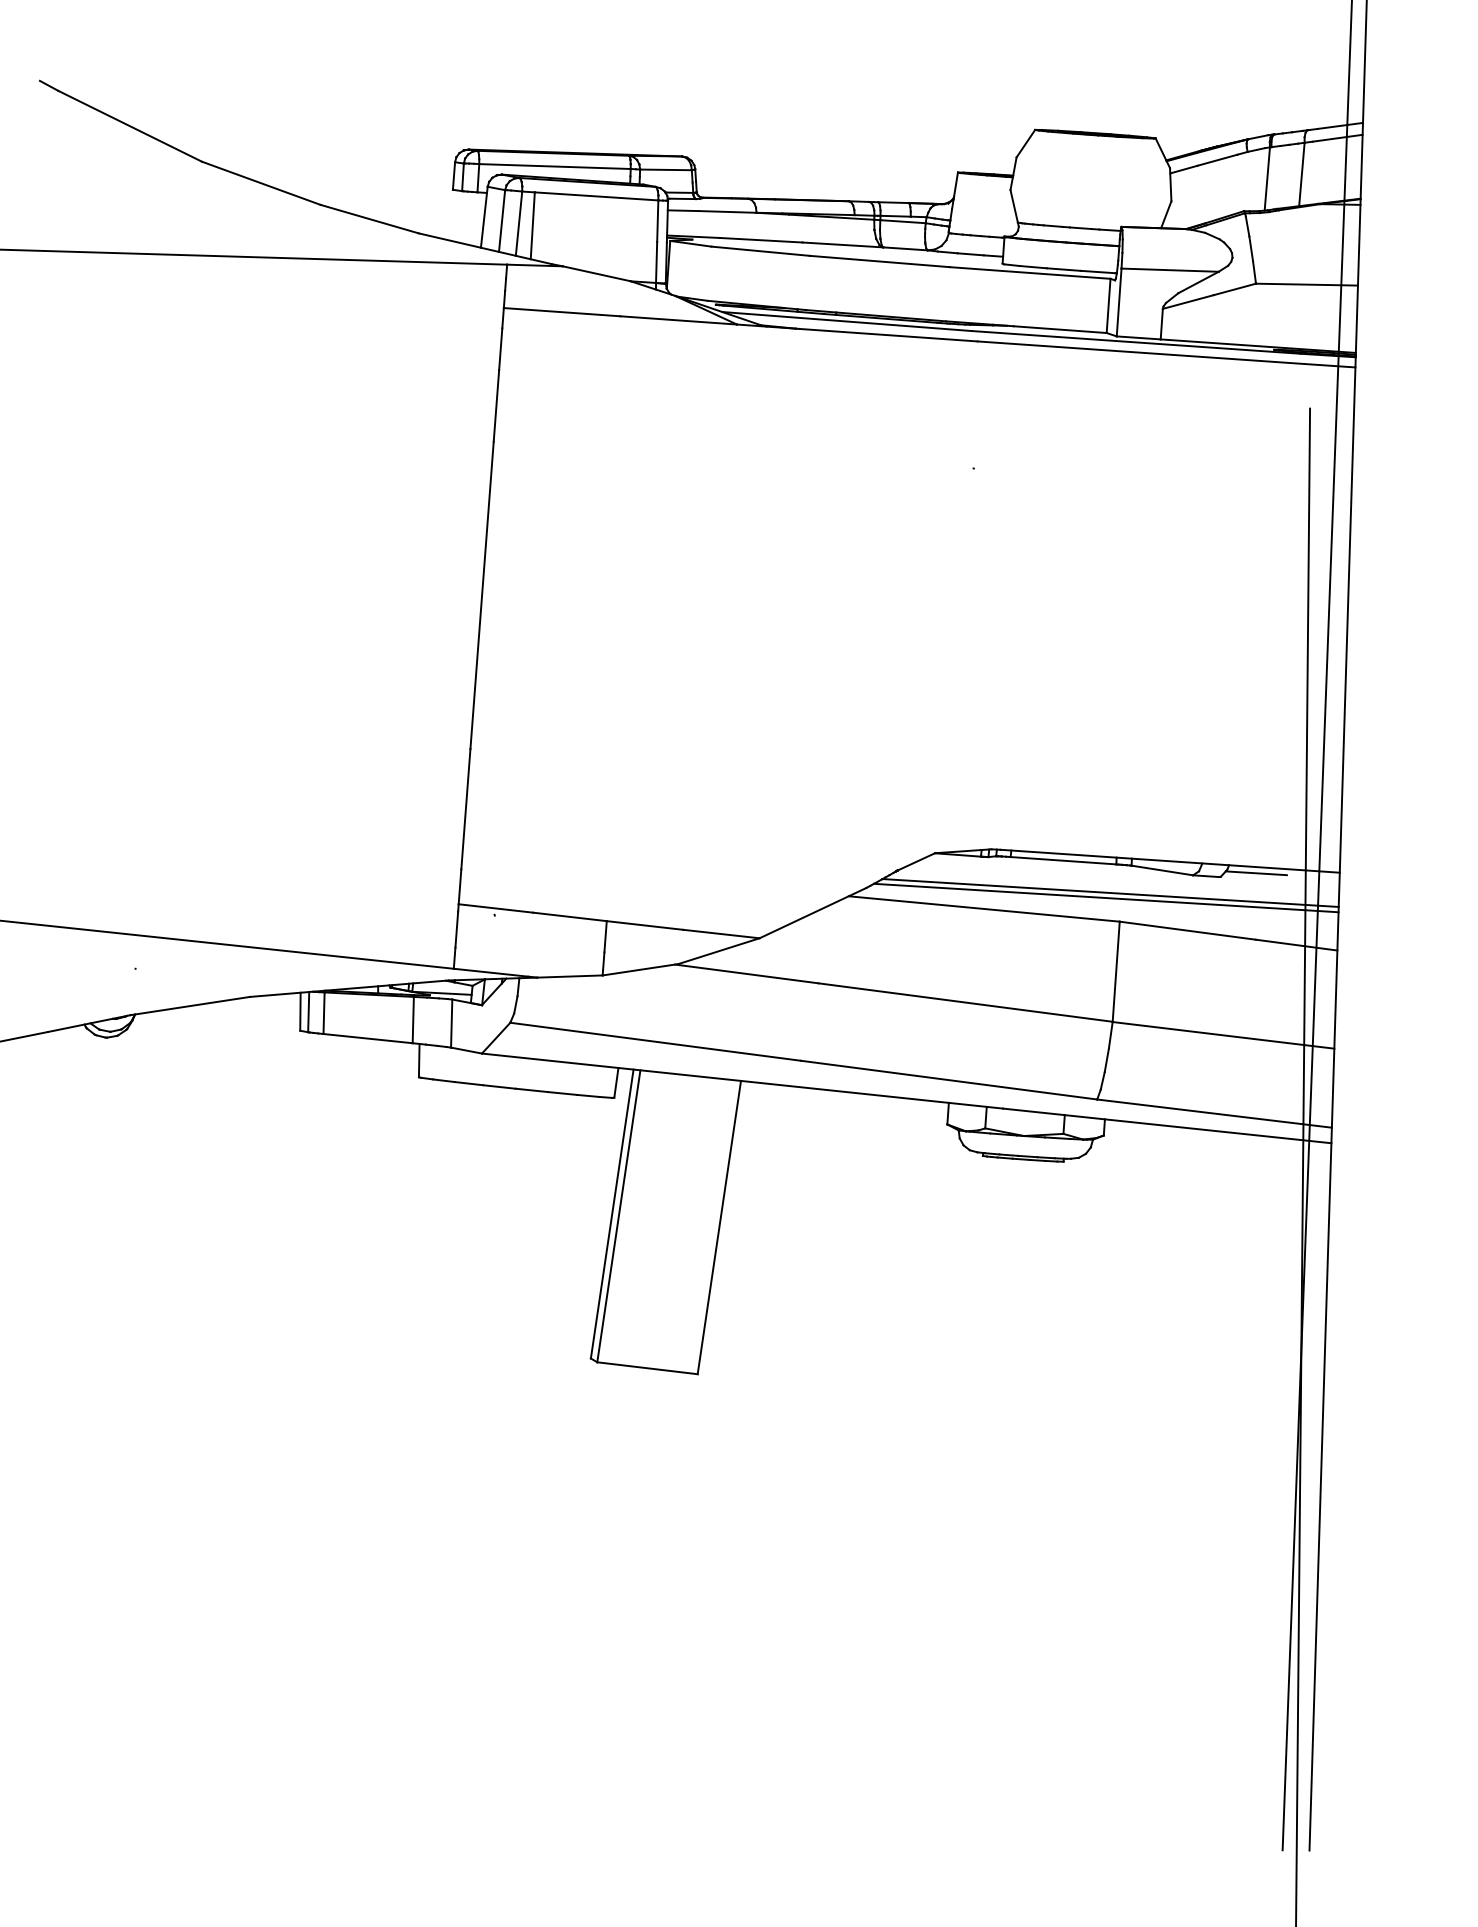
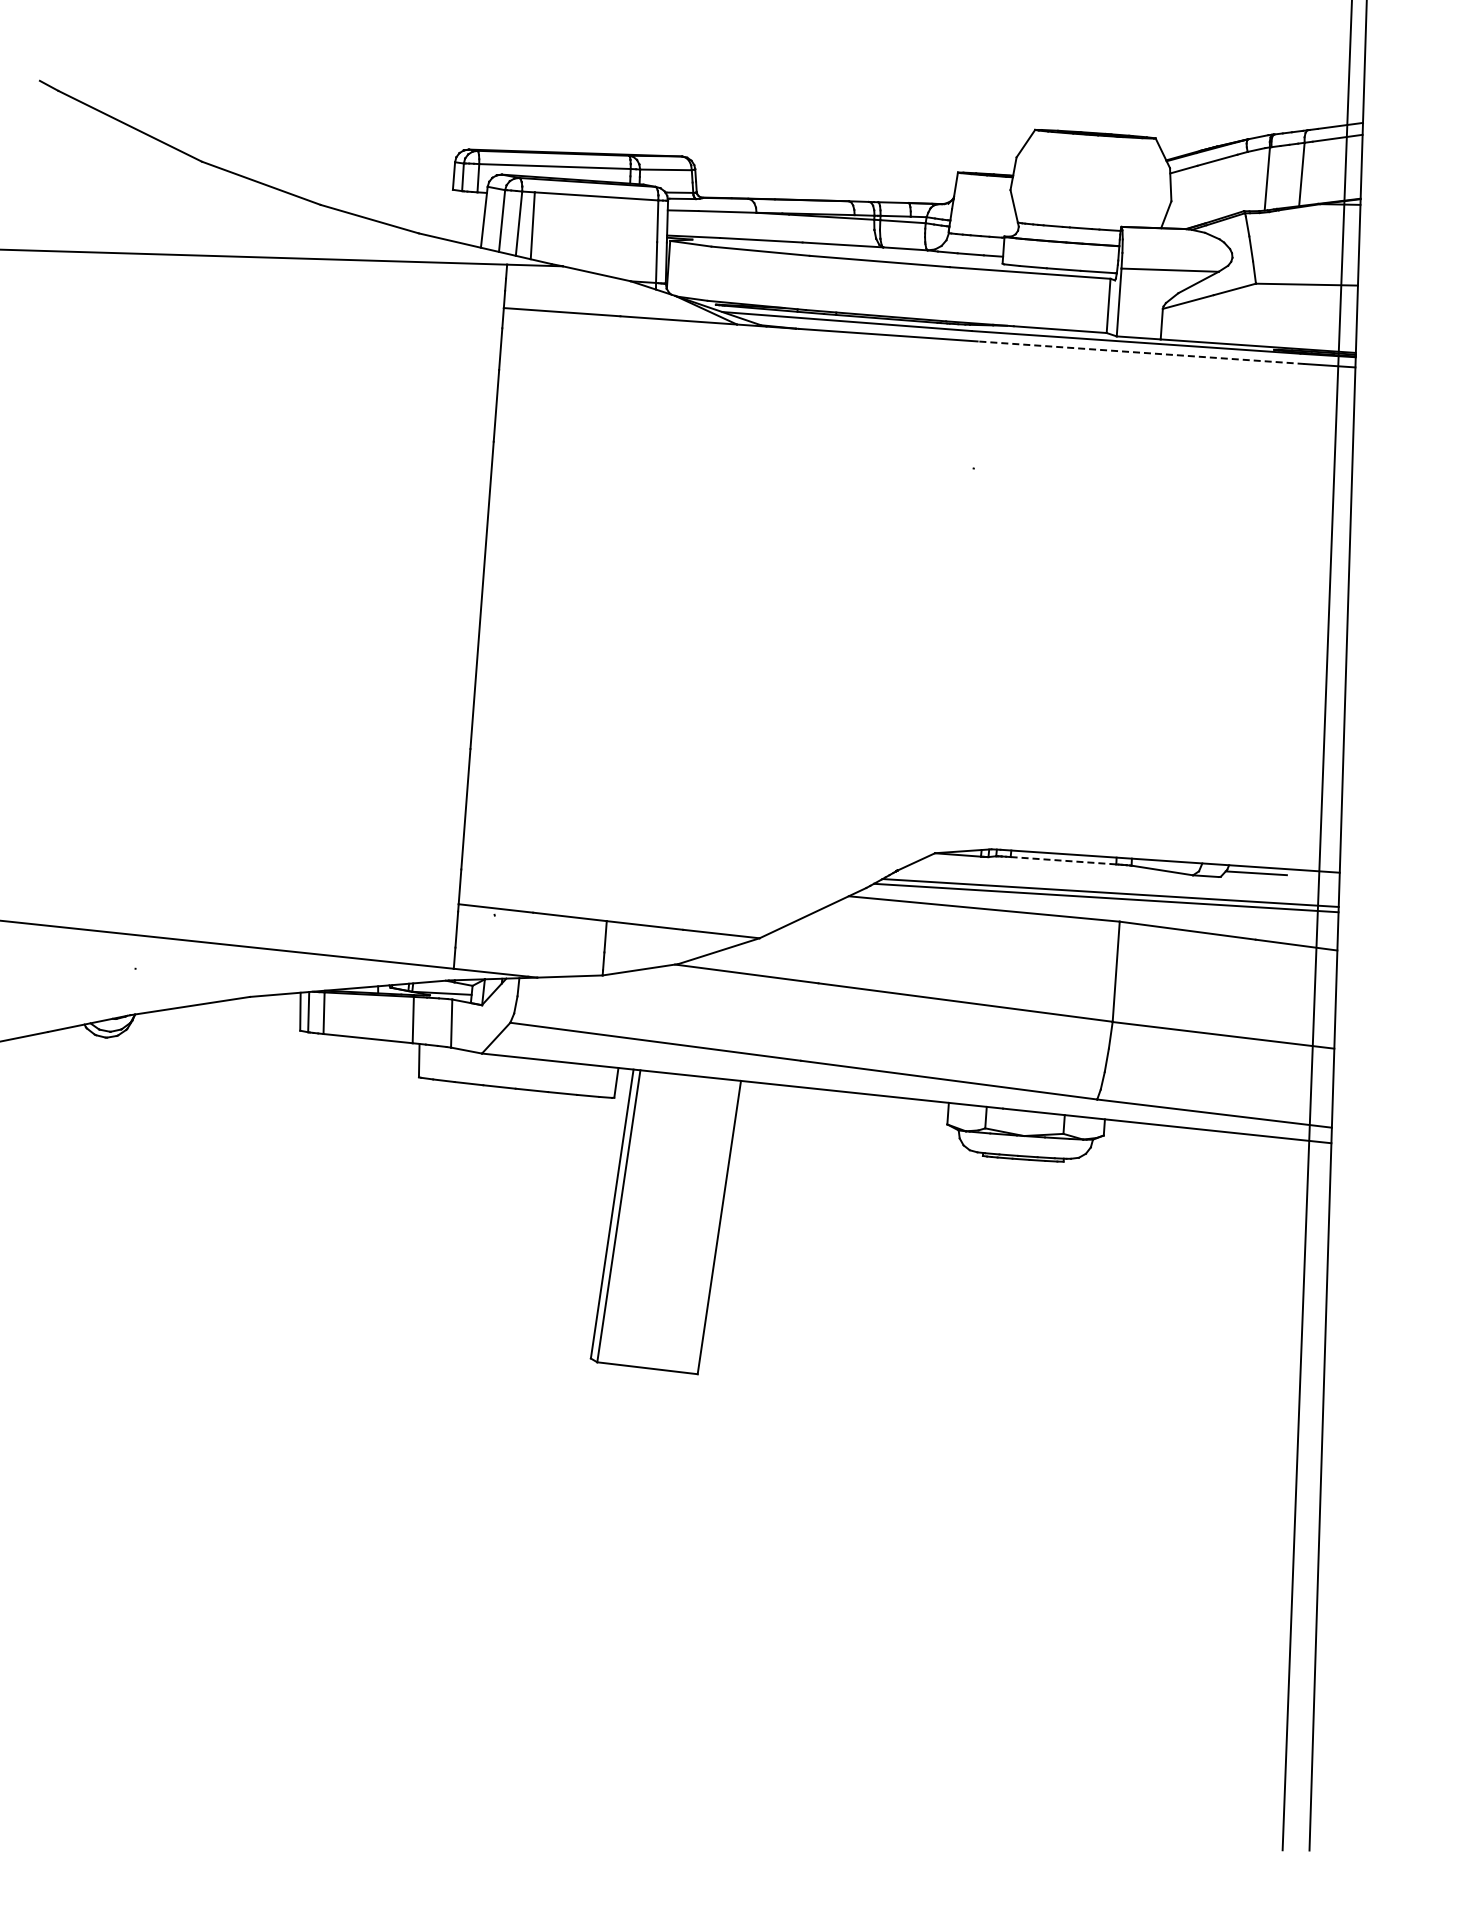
line at (1141, 352): solid -> dashed
line at (1063, 860): solid -> dashed
line at (1303, 1165): present -> none
